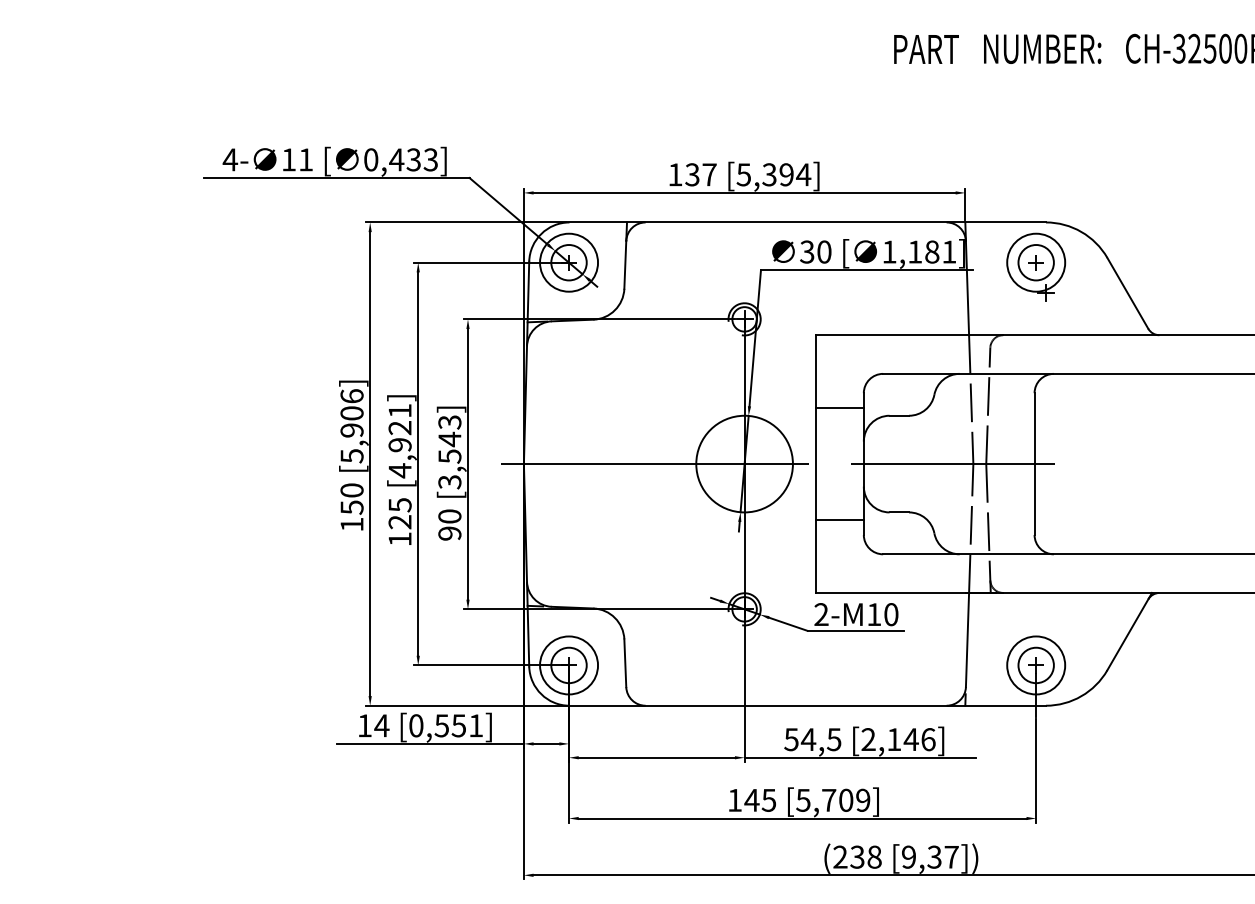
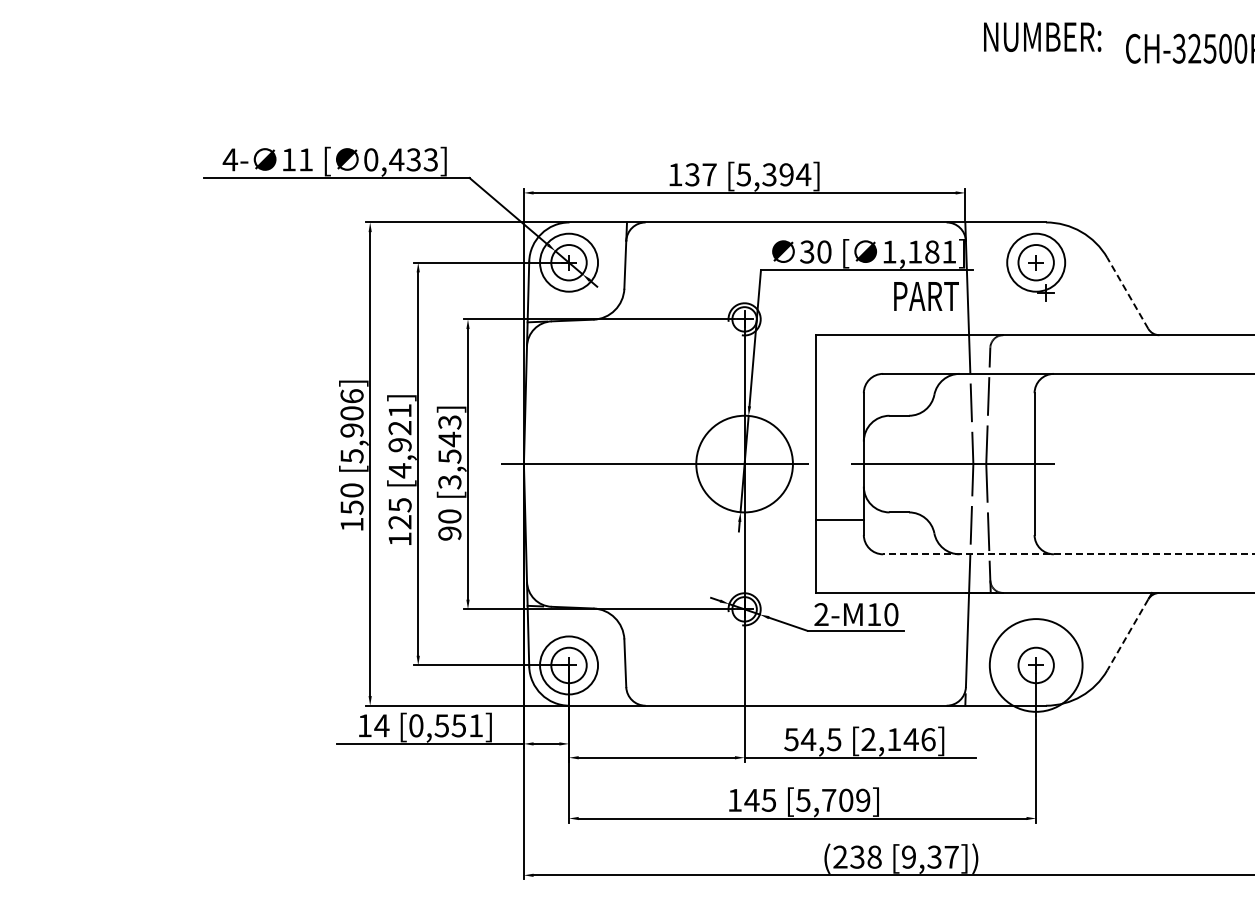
text at (1042, 48) position: (1042, 48) -> (1042, 36)
text at (926, 49) position: (926, 49) -> (926, 296)
line at (1127, 293): solid -> dashed
line at (839, 407): present -> none
line at (1068, 554): solid -> dashed
line at (1127, 634): solid -> dashed
circle at (1036, 665) diameter: 58 px -> 93 px
